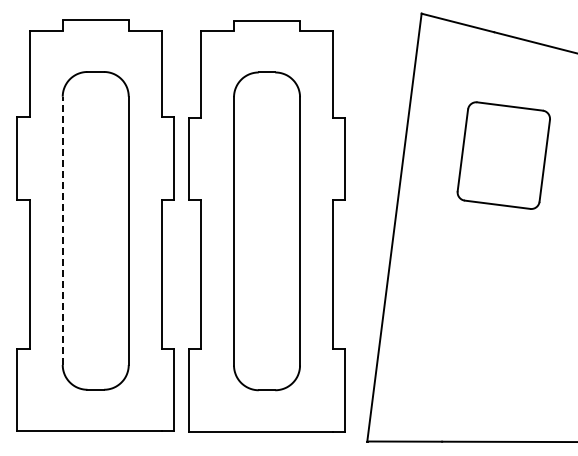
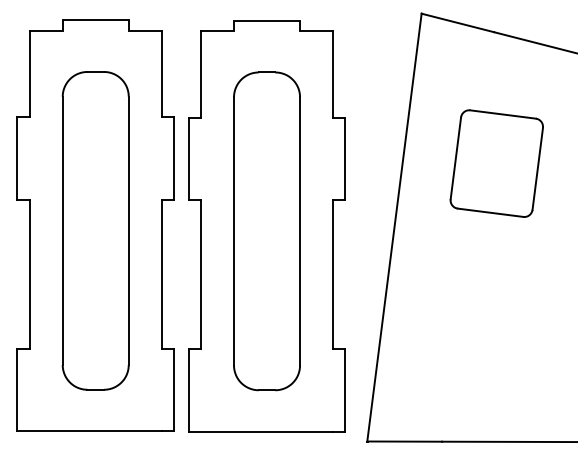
part at (503, 155) position: (503, 155) -> (496, 163)
line at (62, 230): dashed -> solid
